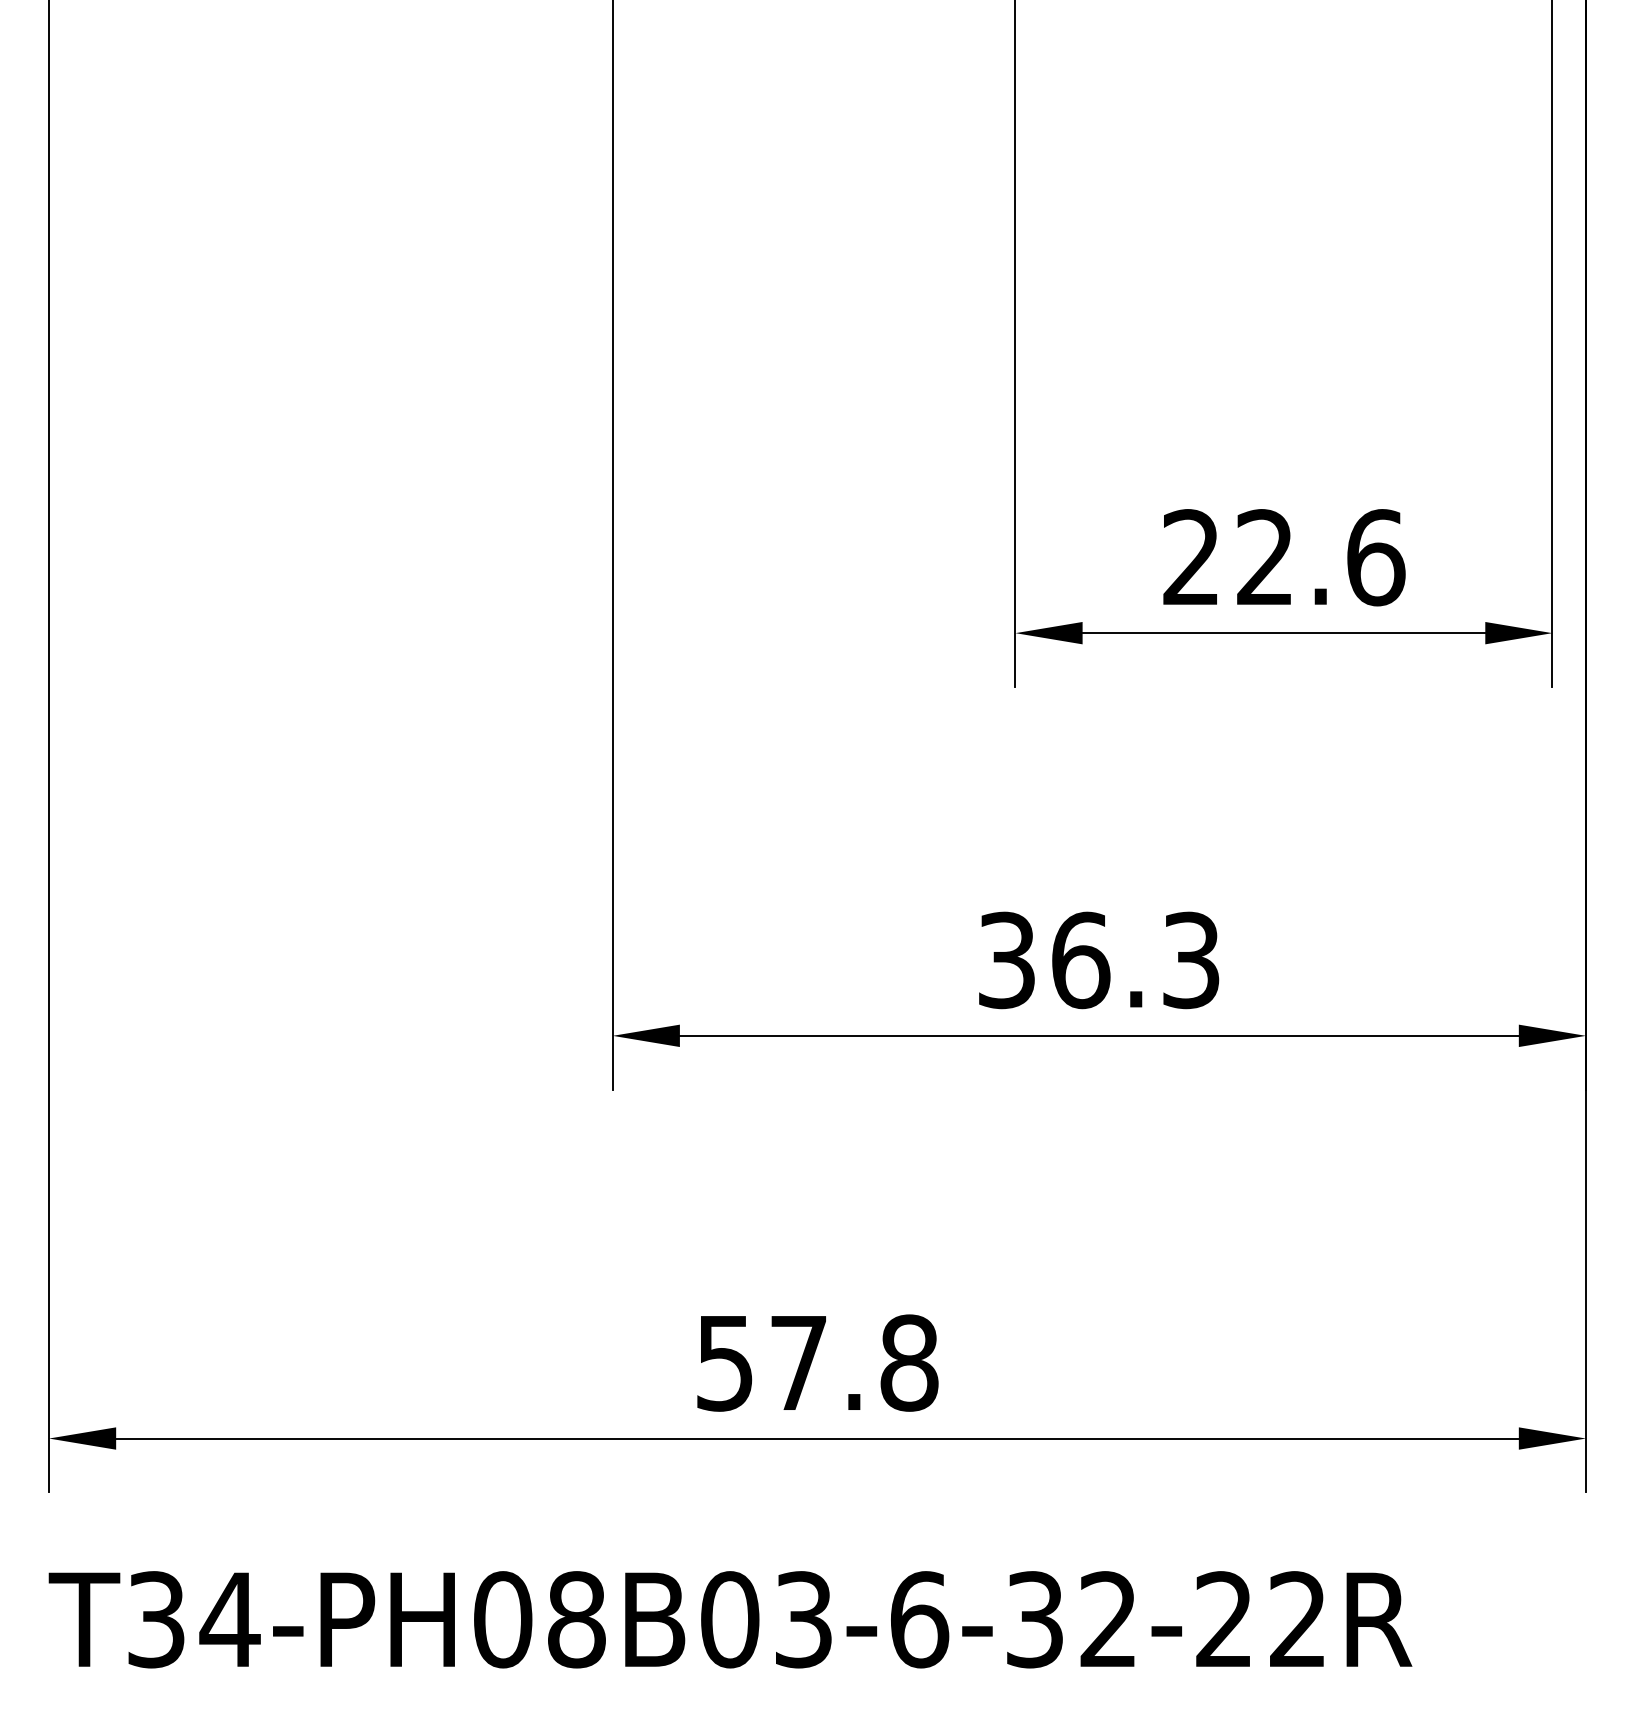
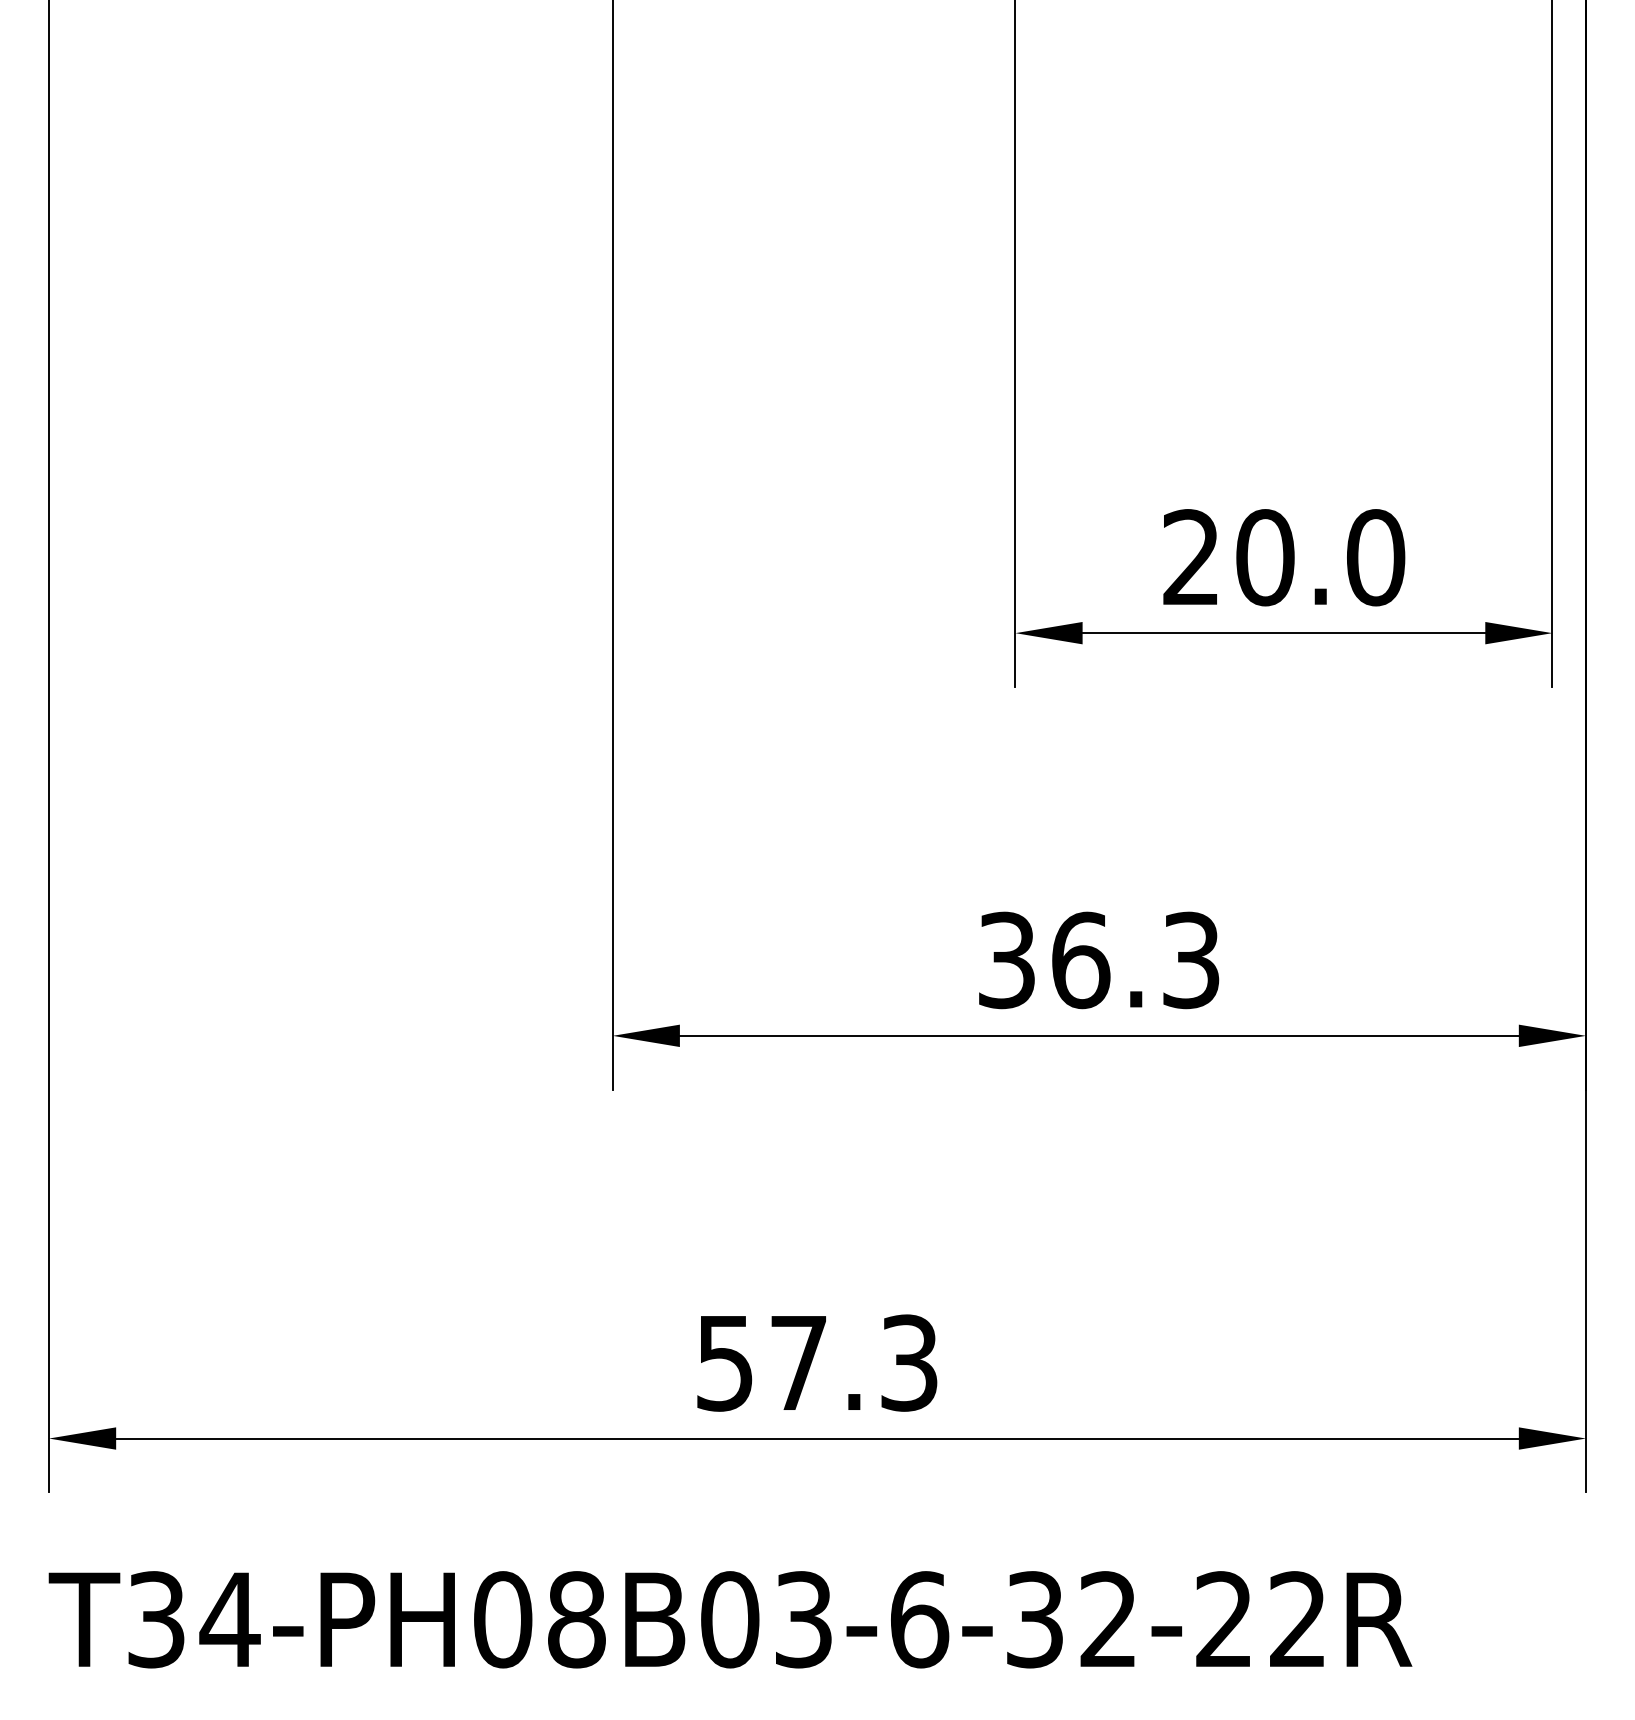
text at (1320, 557): 22.6 -> 20.0
text at (909, 1362): 57.8 -> 57.3
